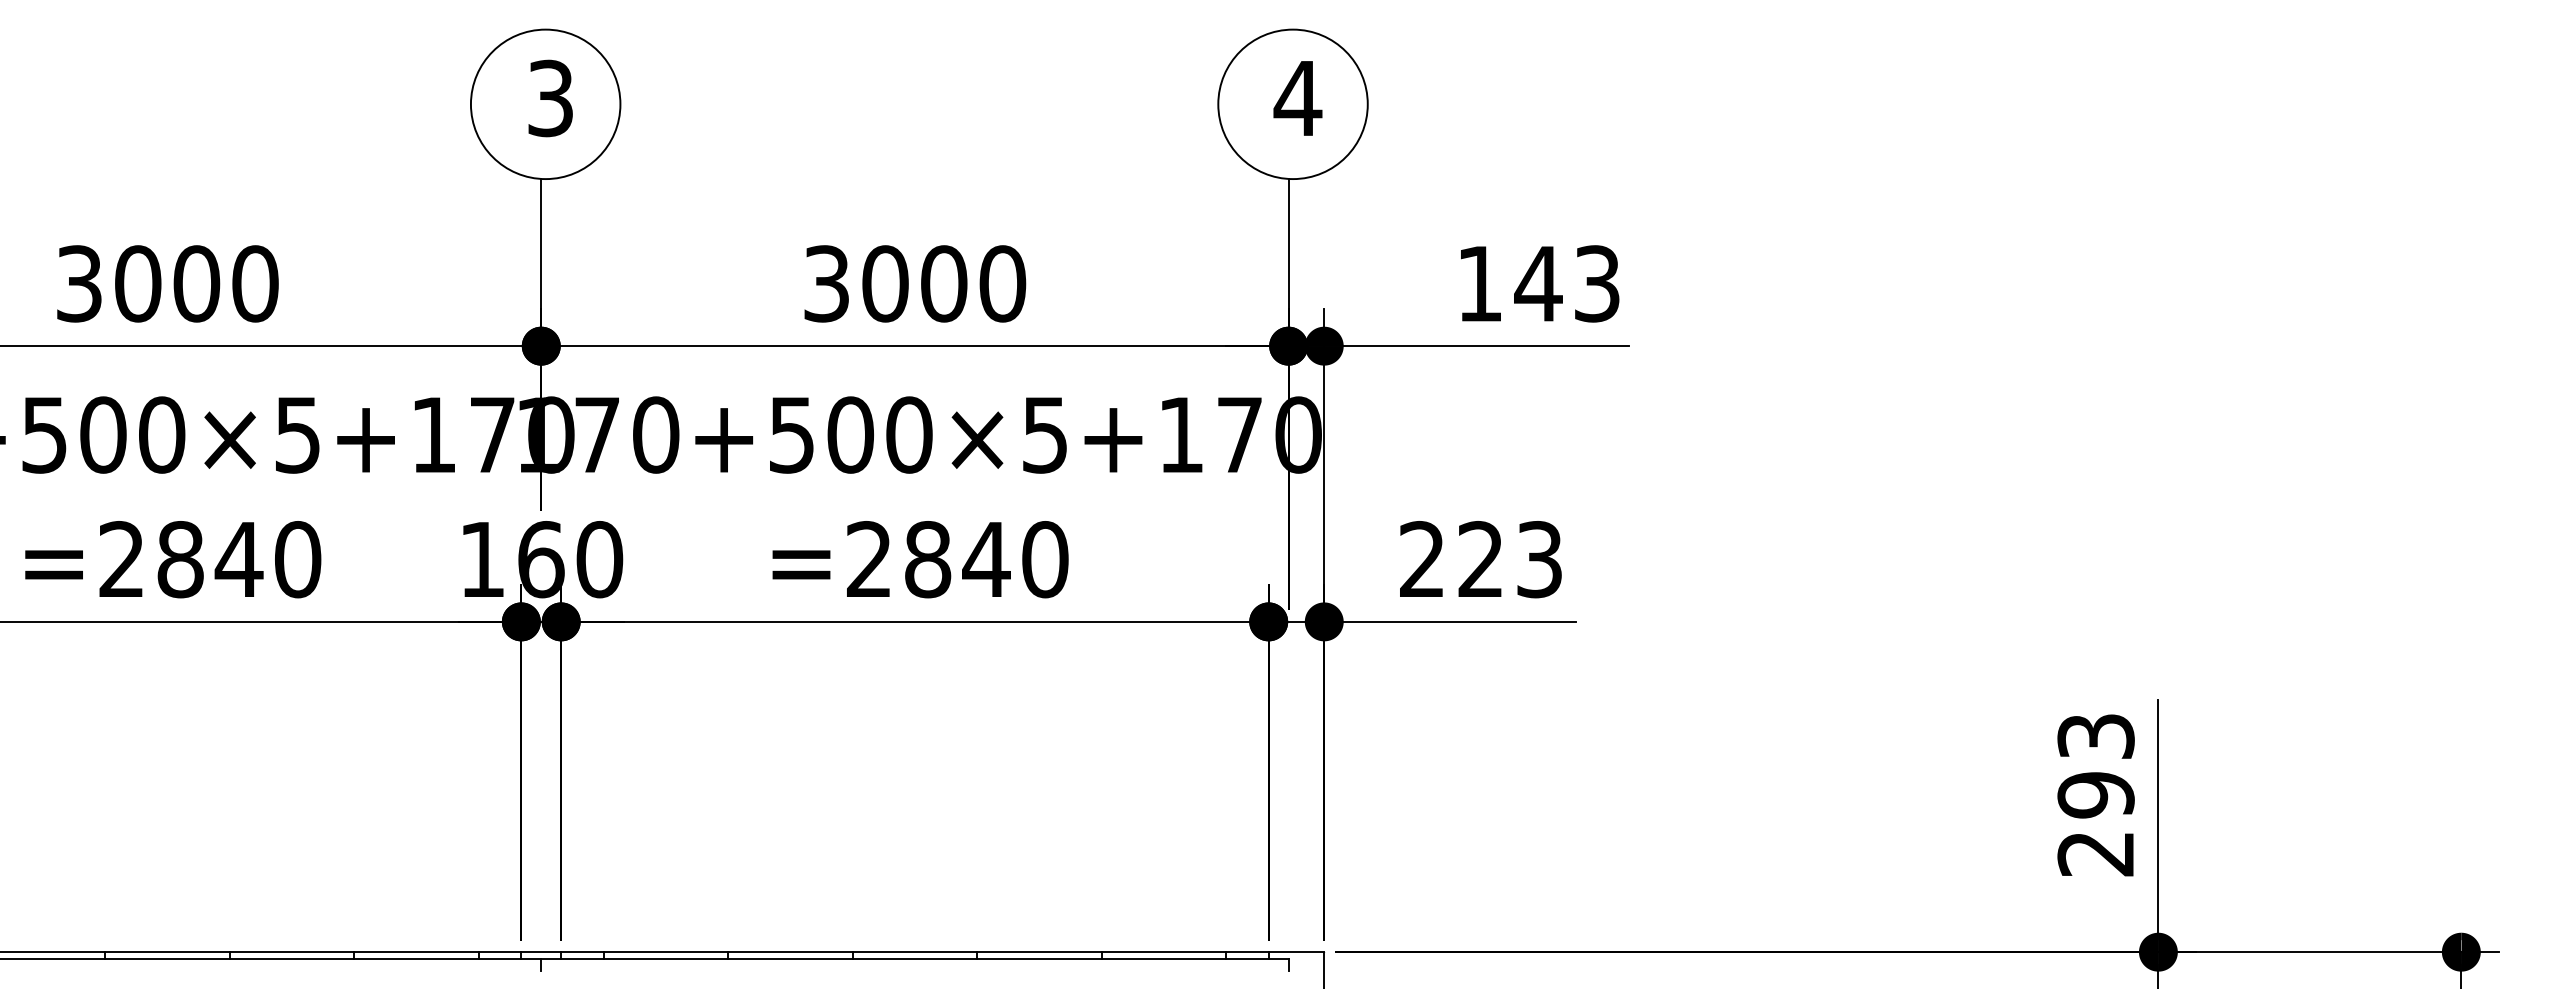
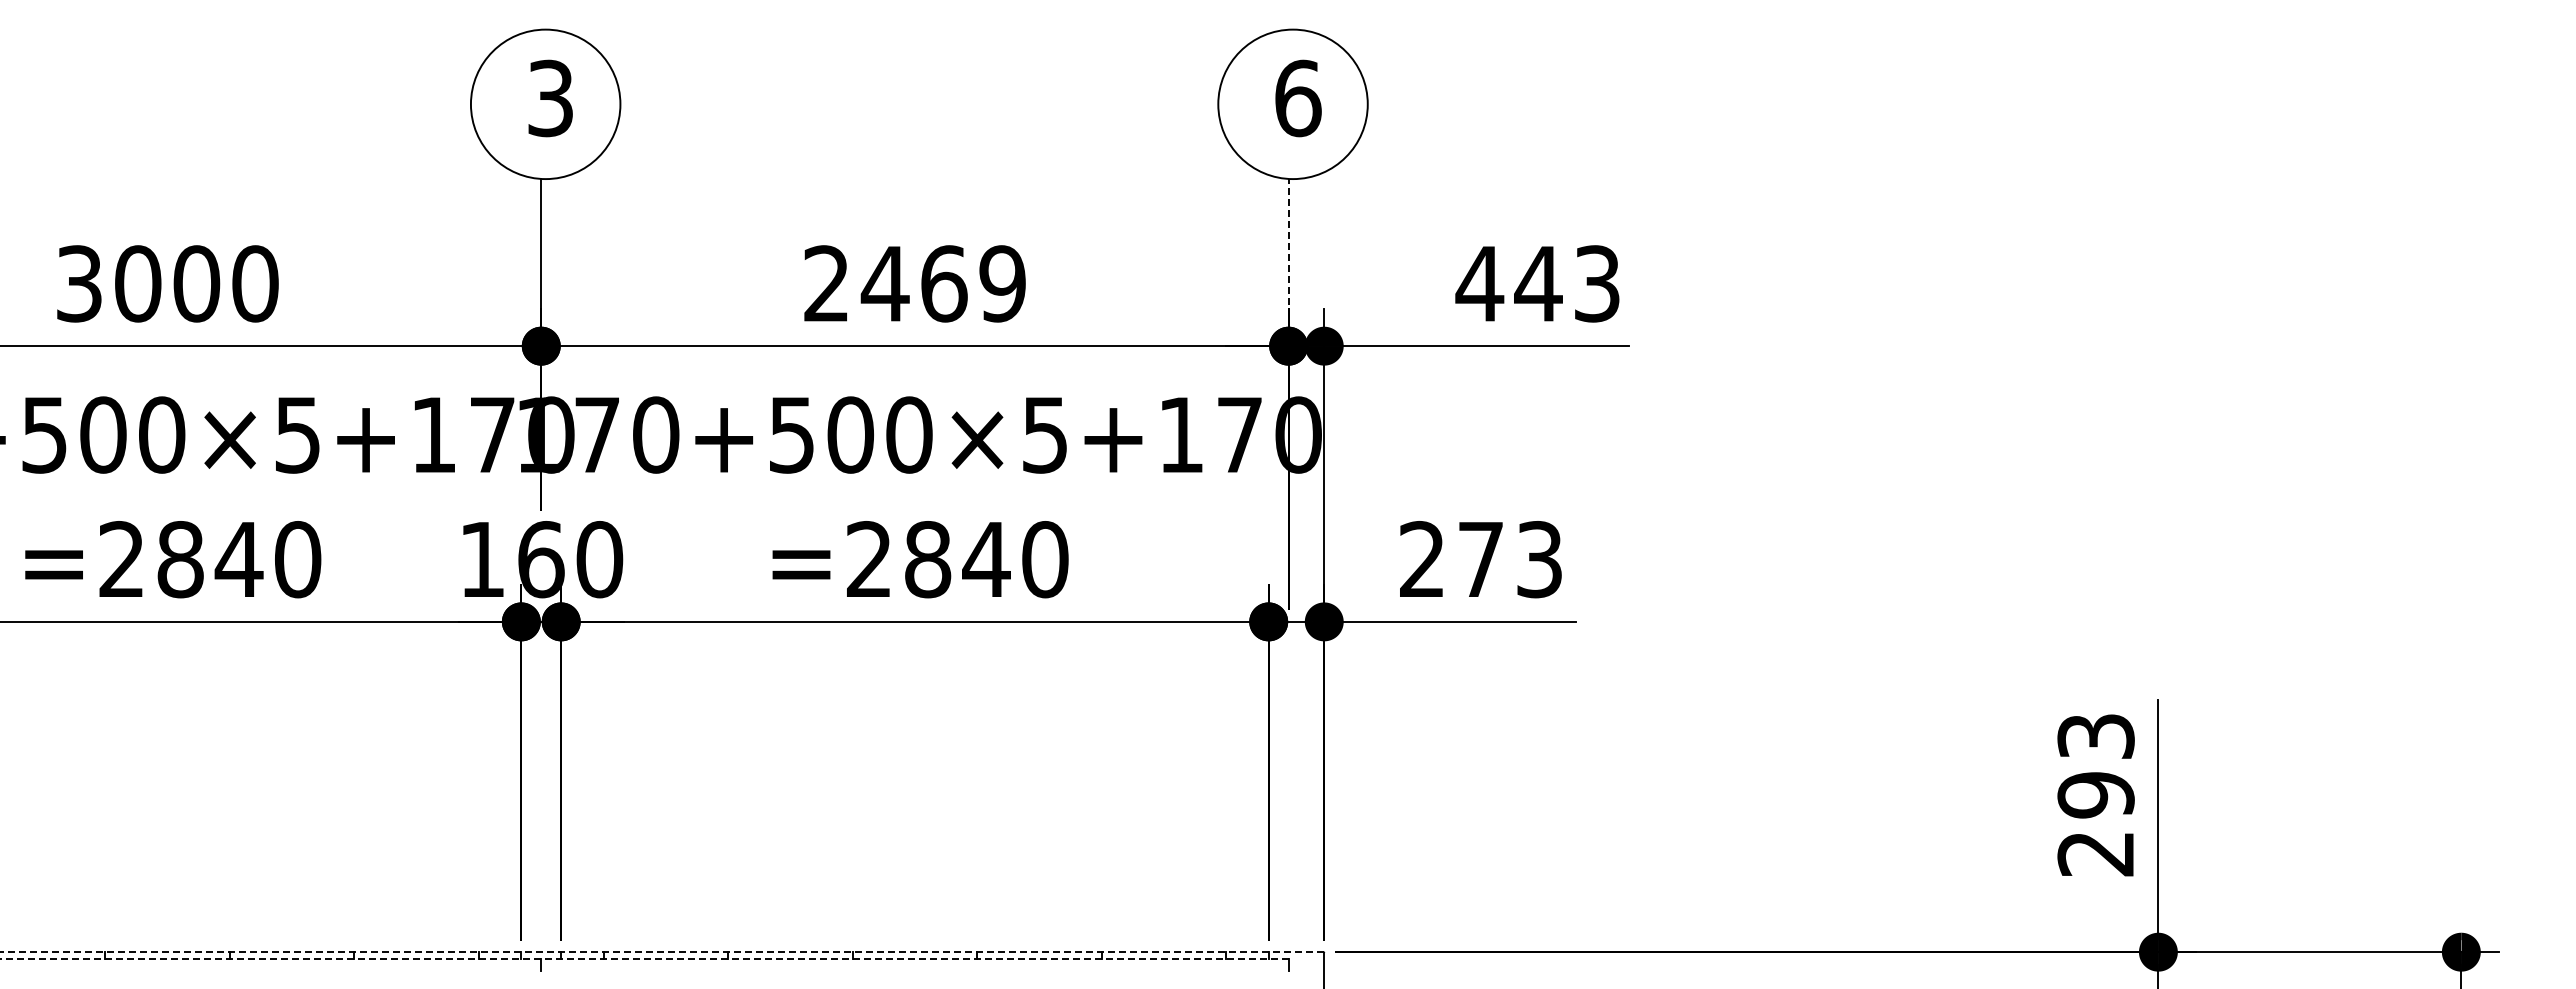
text at (1297, 98): 4 -> 6
line at (1288, 247): solid -> dashed
text at (915, 283): 3000 -> 2469
text at (1479, 283): 143 -> 443
text at (1480, 558): 223 -> 273
line at (661, 952): solid -> dashed
line at (644, 958): solid -> dashed
